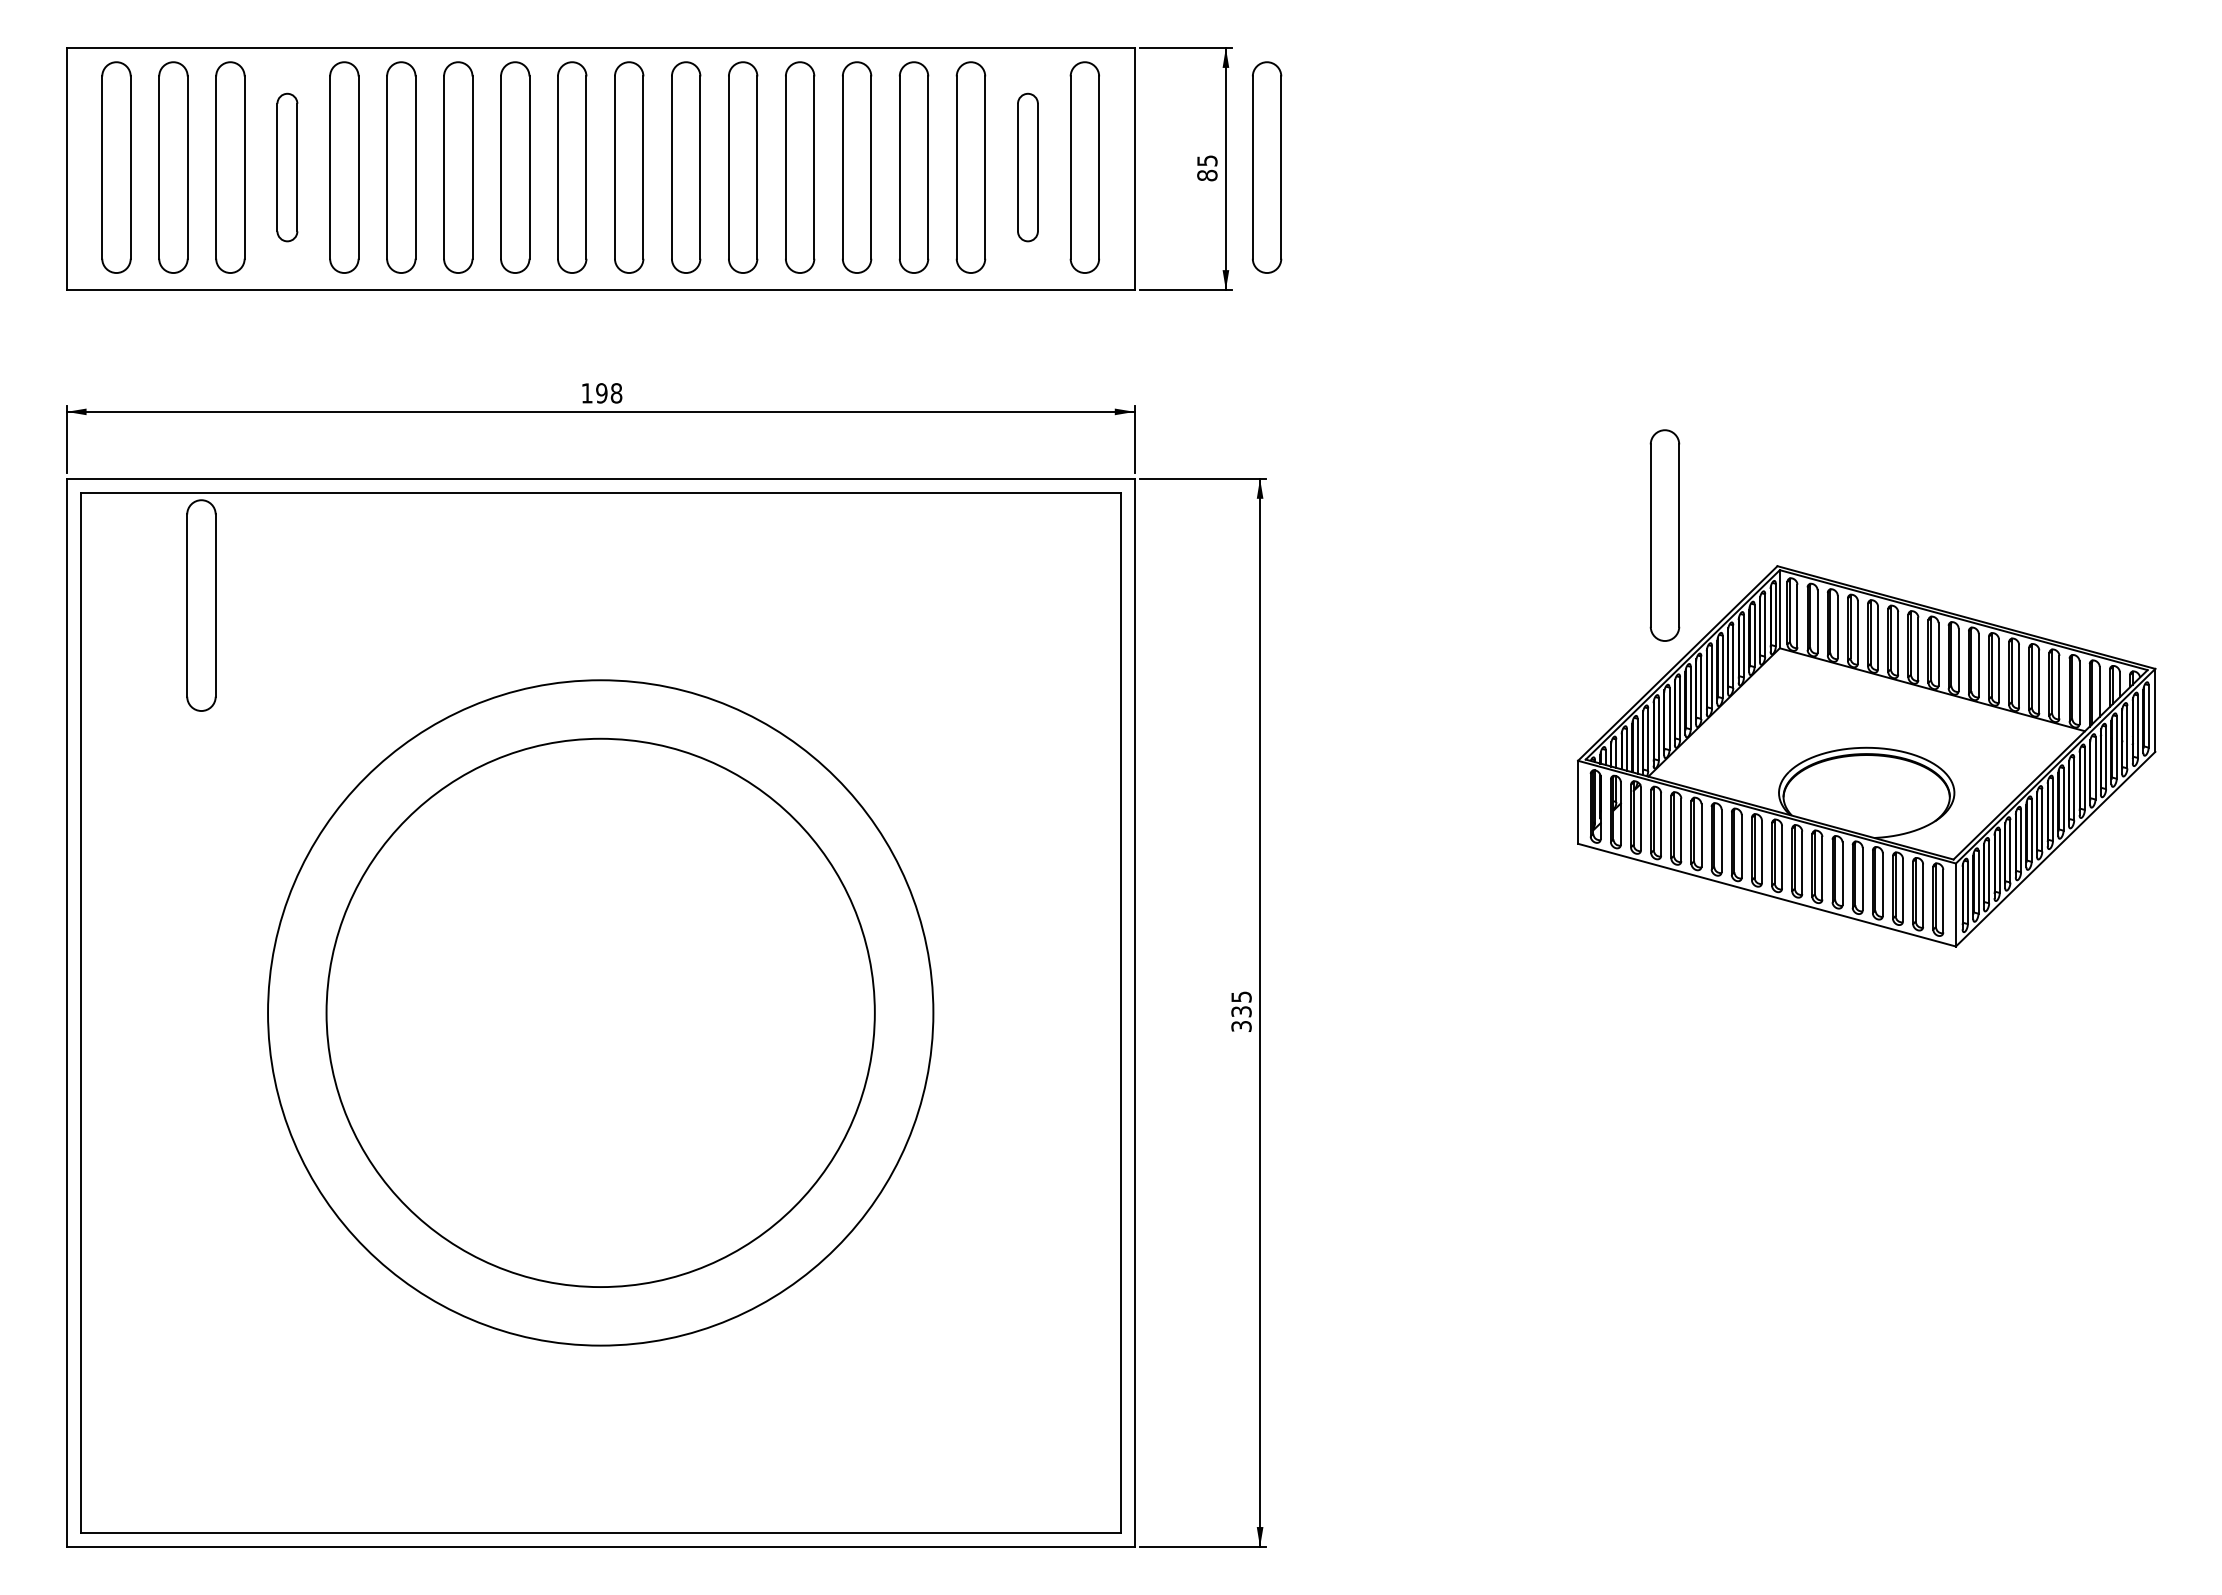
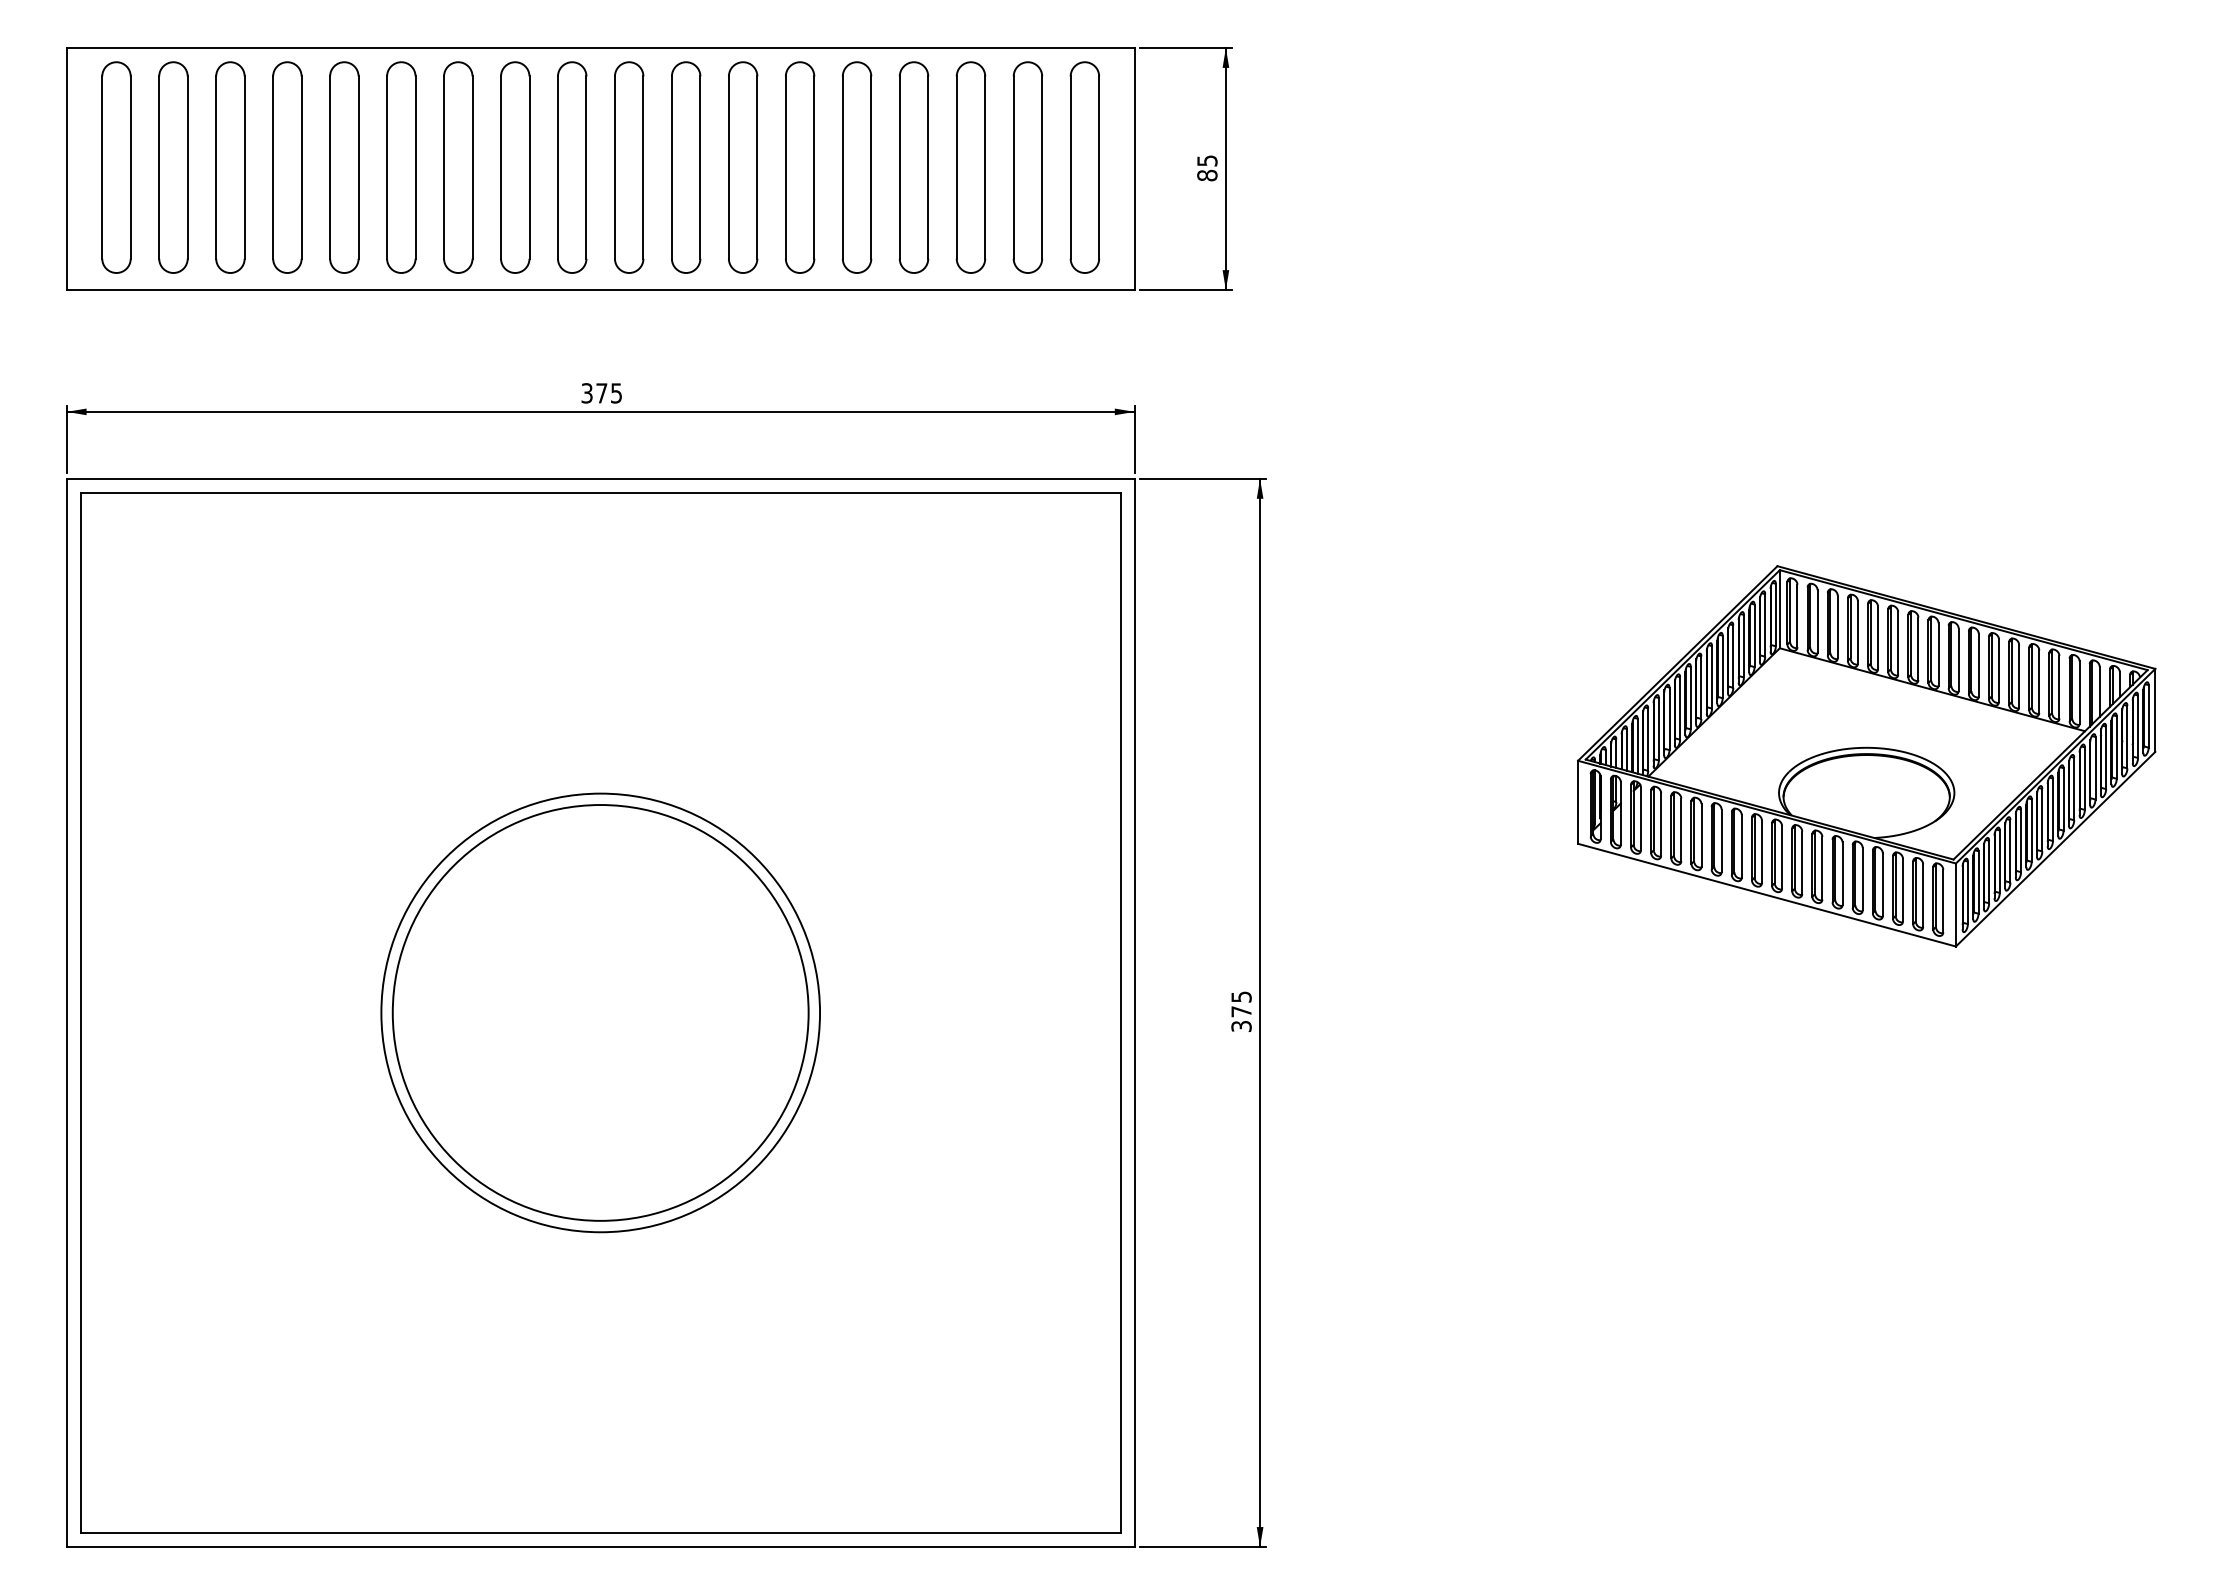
part at (287, 167) size: 23x151 px -> 31x213 px
part at (1027, 167) size: 22x151 px -> 32x213 px
part at (1267, 167): present -> none
text at (601, 393): 198 -> 375
part at (1664, 535): present -> none
part at (201, 605): present -> none
text at (1241, 1011): 335 -> 375
circle at (600, 1012) diameter: 548 px -> 439 px
circle at (600, 1012) diameter: 665 px -> 416 px
